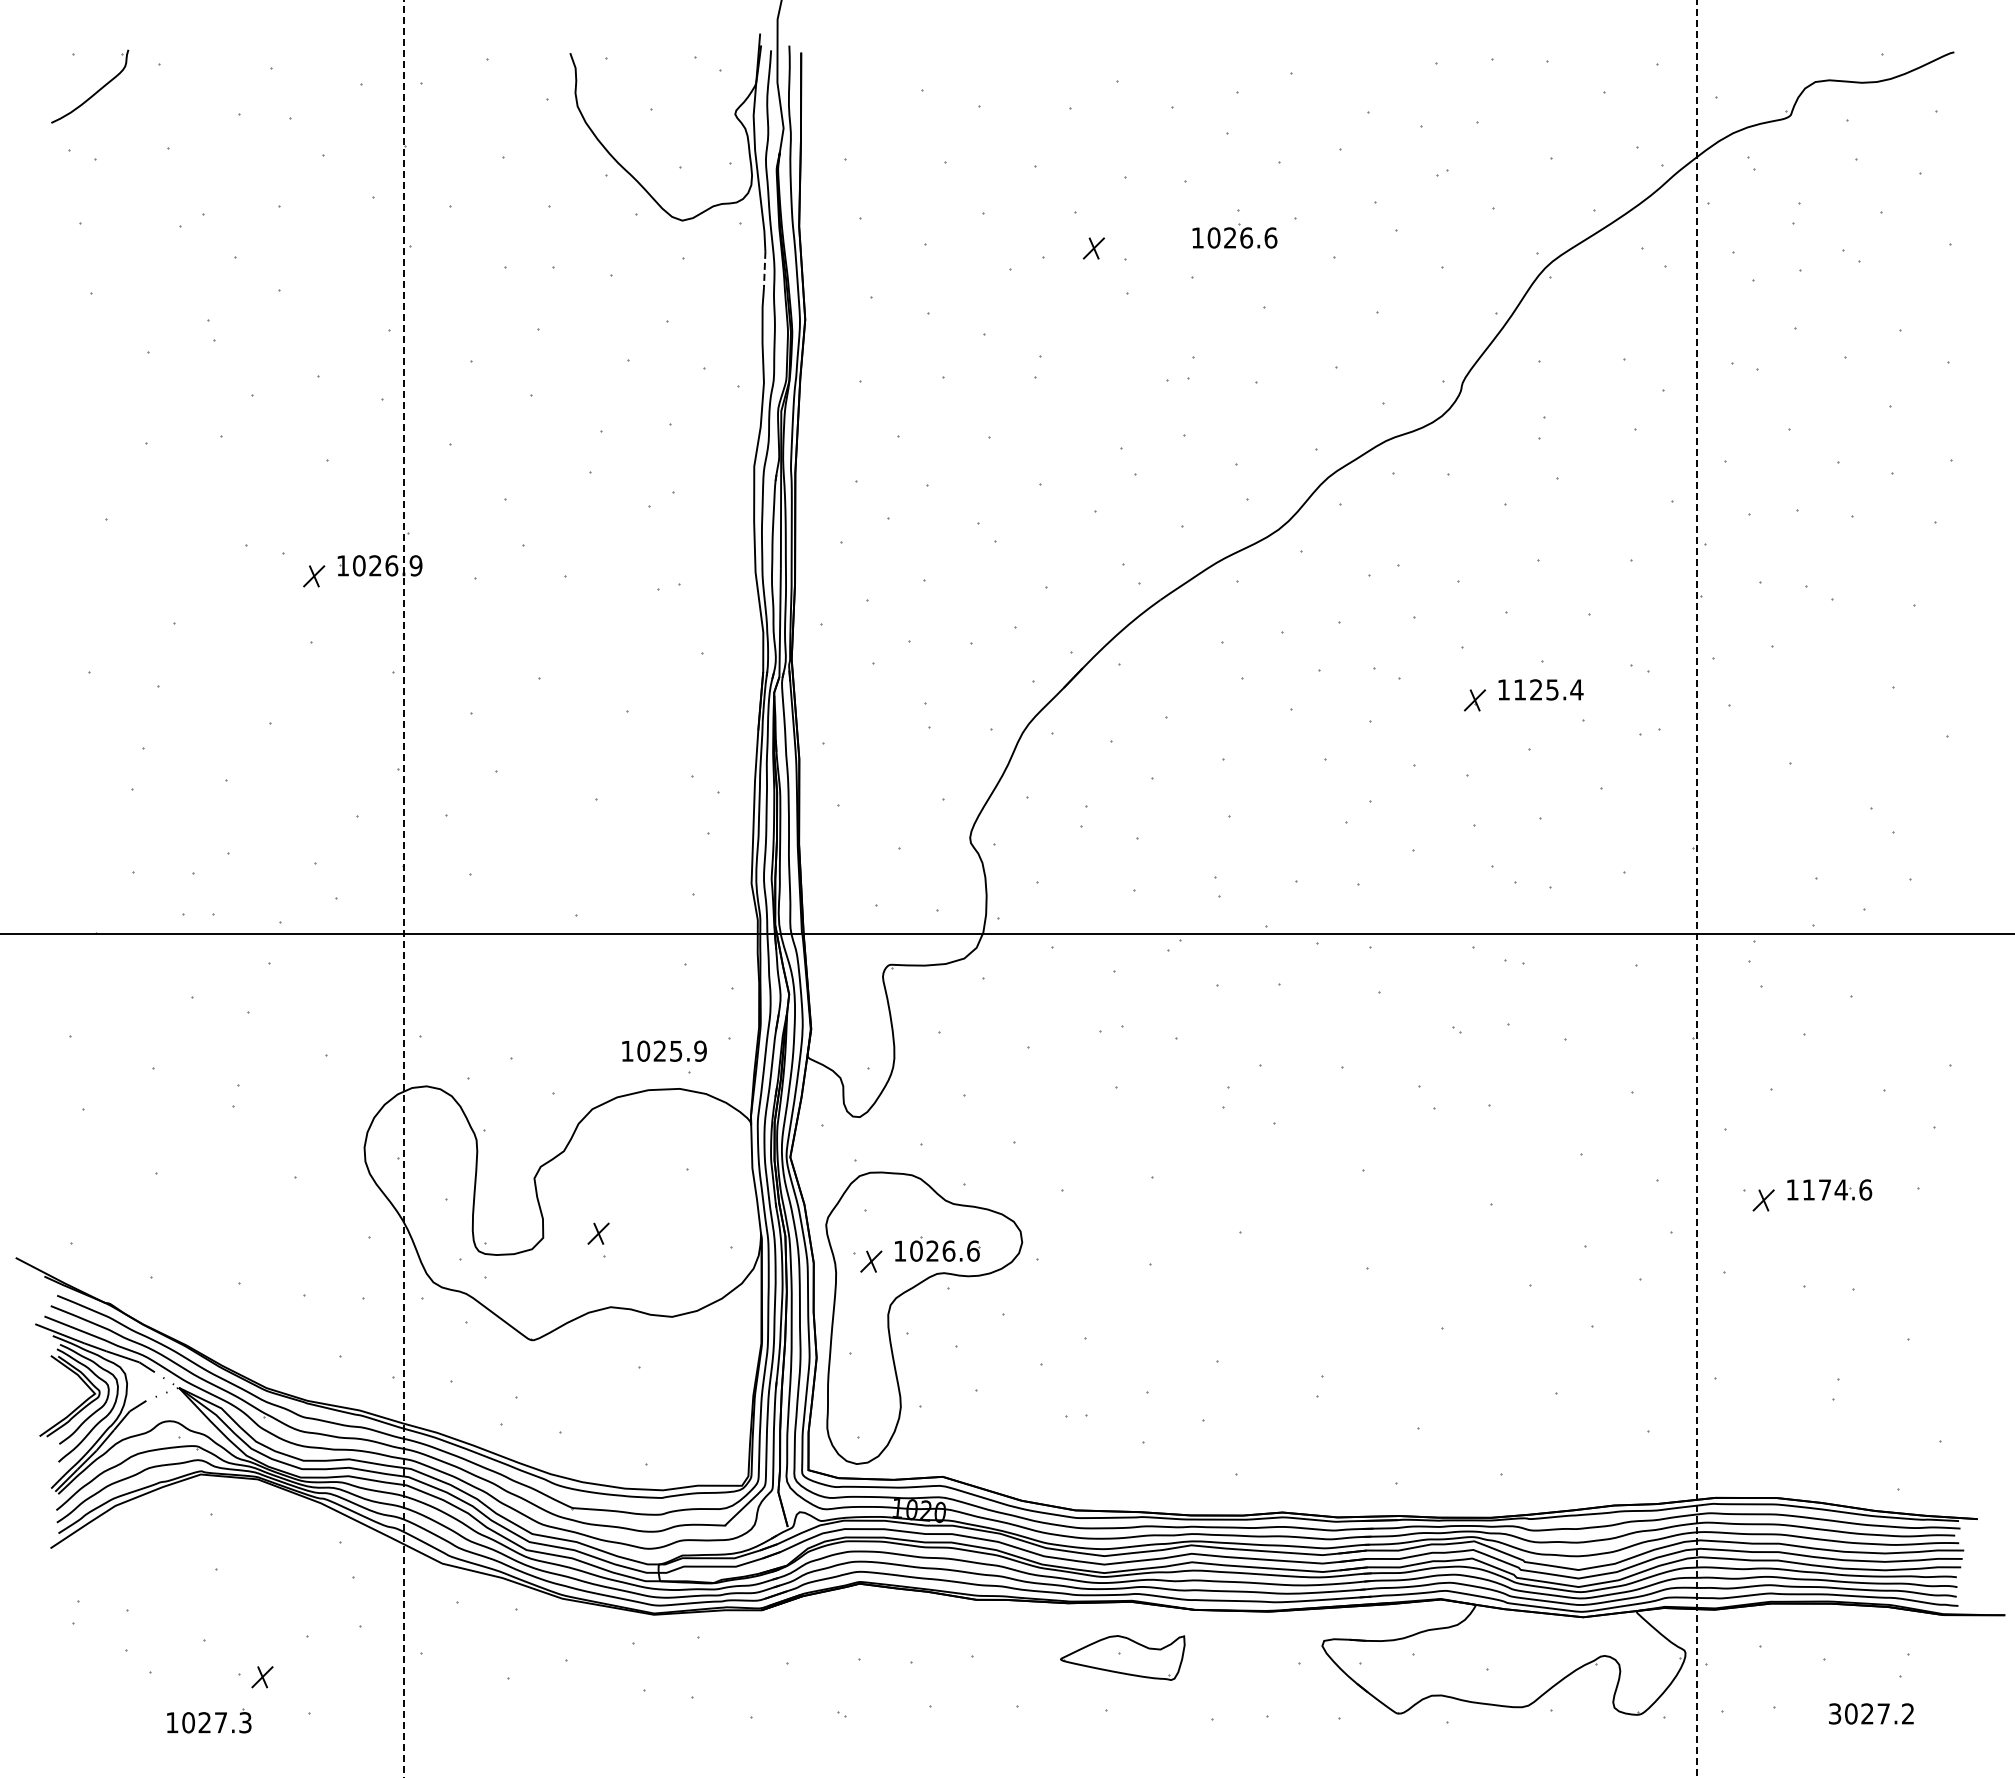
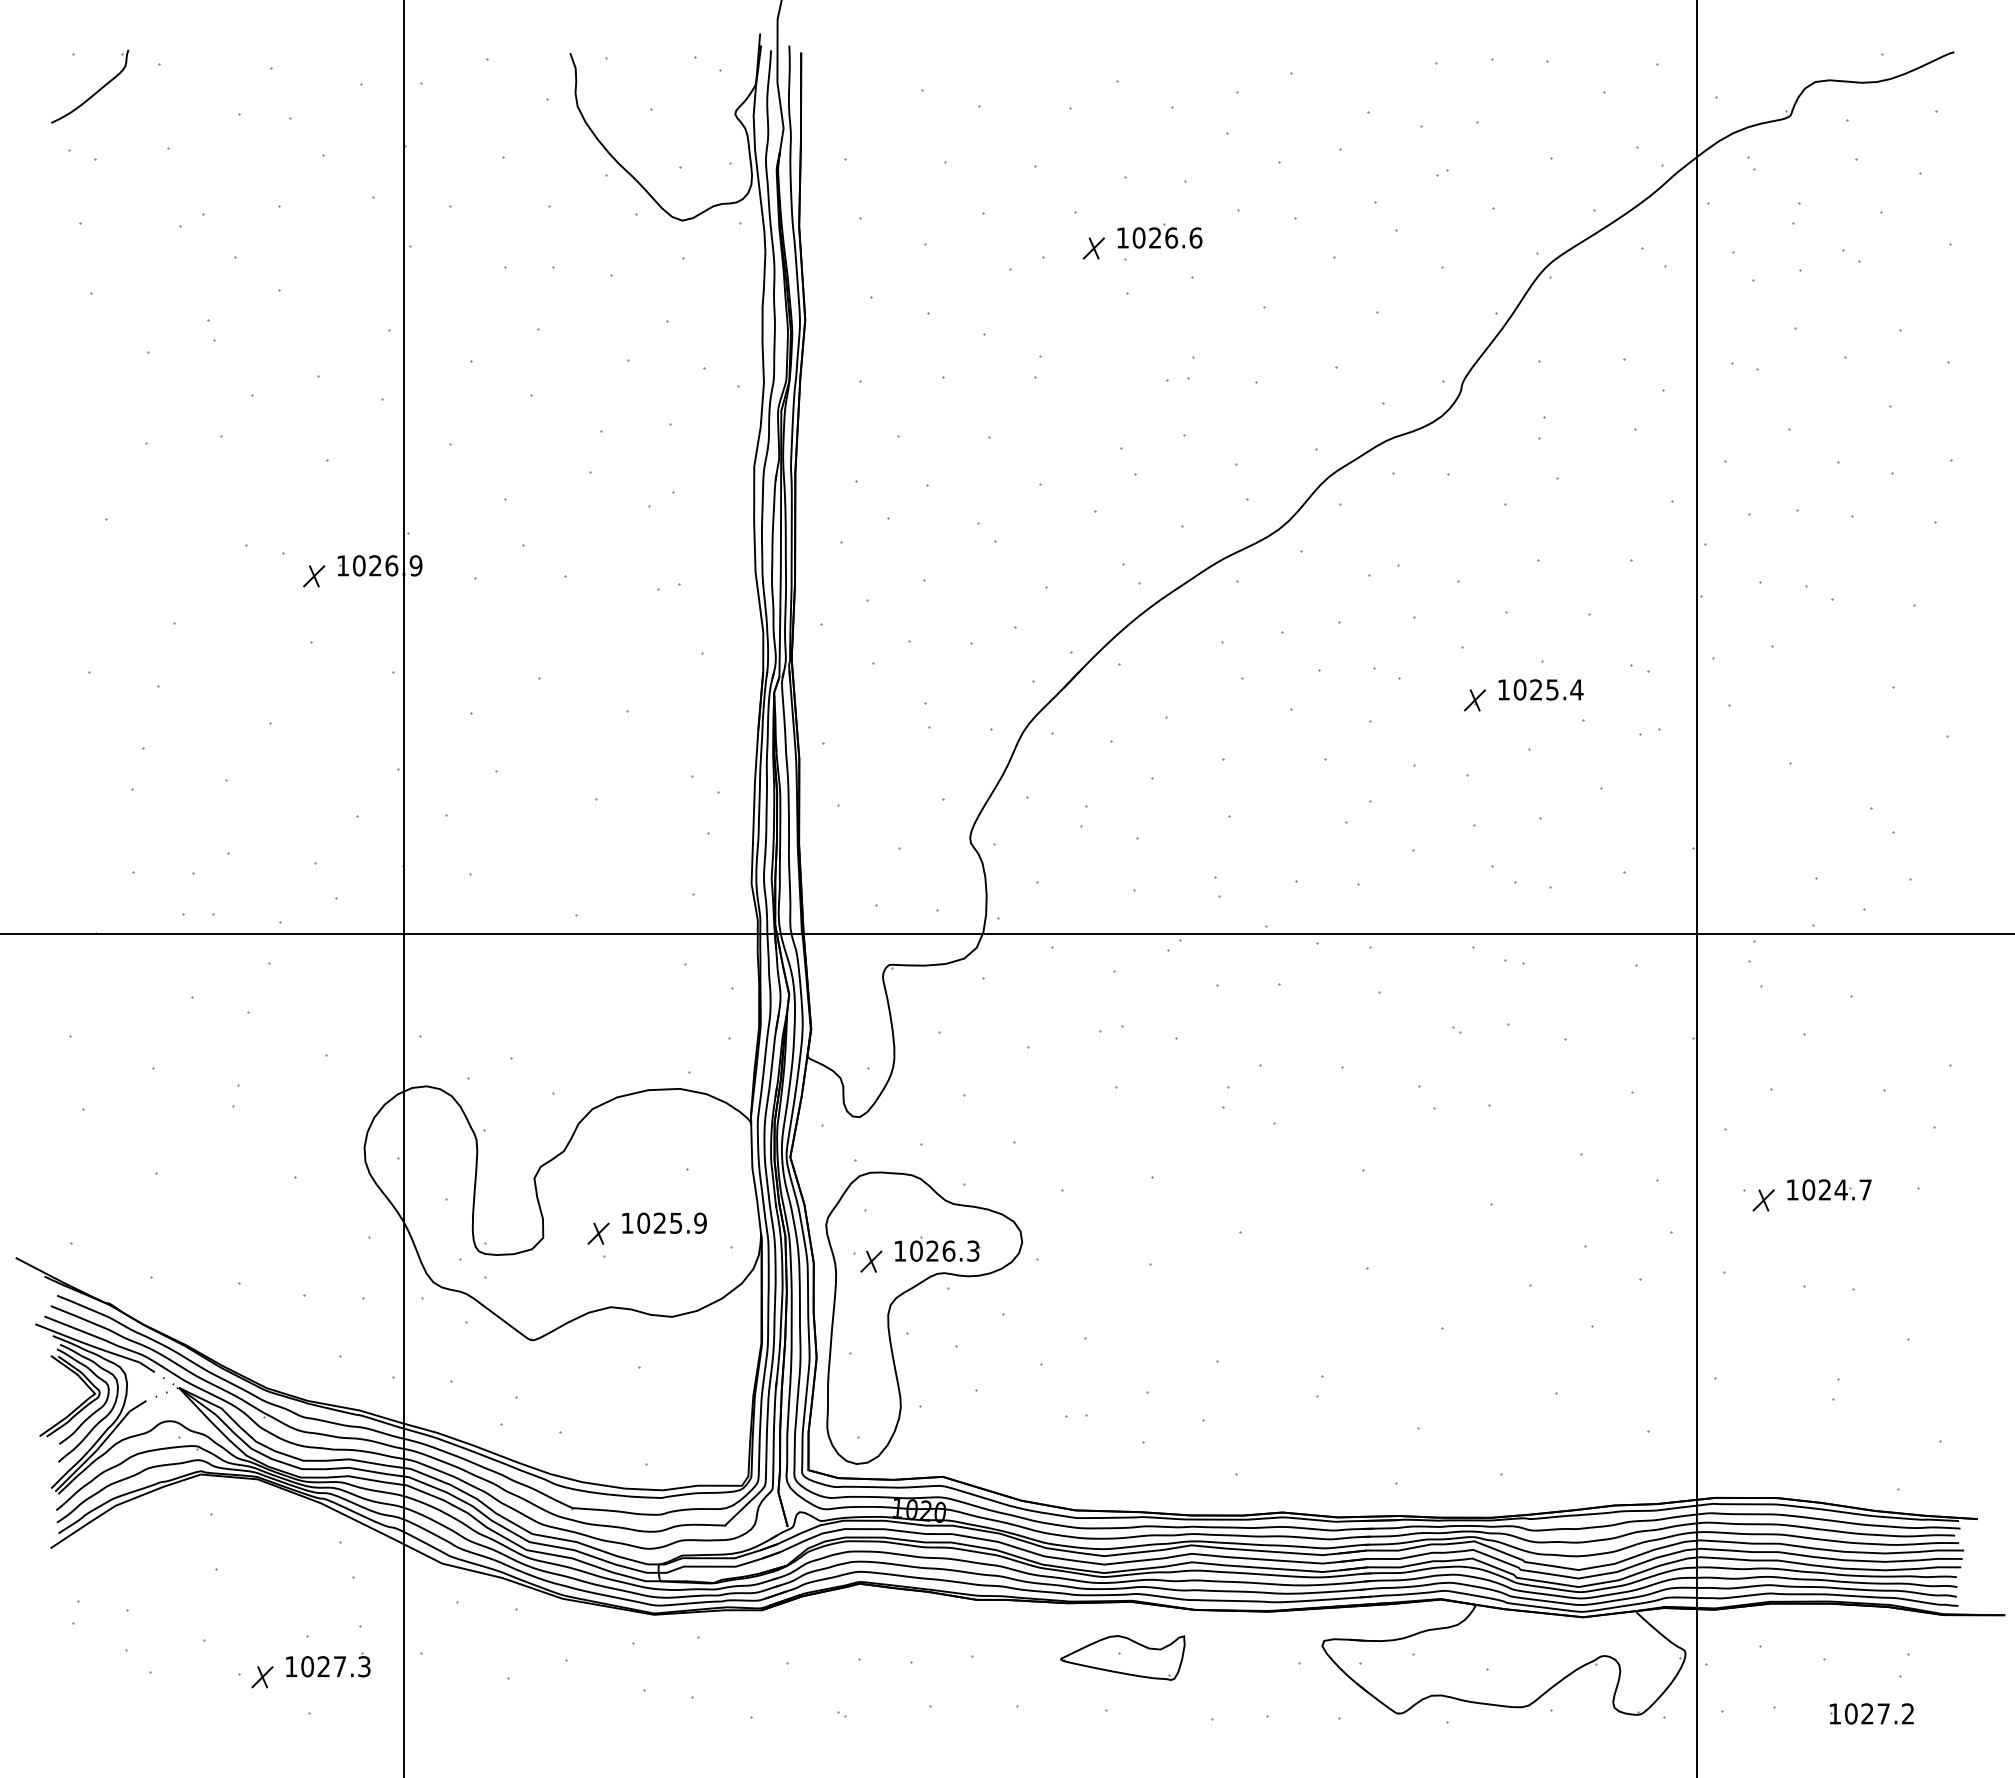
part at (1234, 235) position: (1234, 235) -> (1159, 235)
line at (764, 270): dashed -> solid
text at (1519, 689): 1125.4 -> 1025.4
line at (403, 889): dashed -> solid
line at (1697, 889): dashed -> solid
text at (664, 1050) position: (664, 1050) -> (664, 1222)
text at (1837, 1189): 1174.6 -> 1024.7
text at (973, 1250): 1026.6 -> 1026.3
text at (1835, 1713): 3027.2 -> 1027.2
part at (209, 1720) position: (209, 1720) -> (328, 1664)
